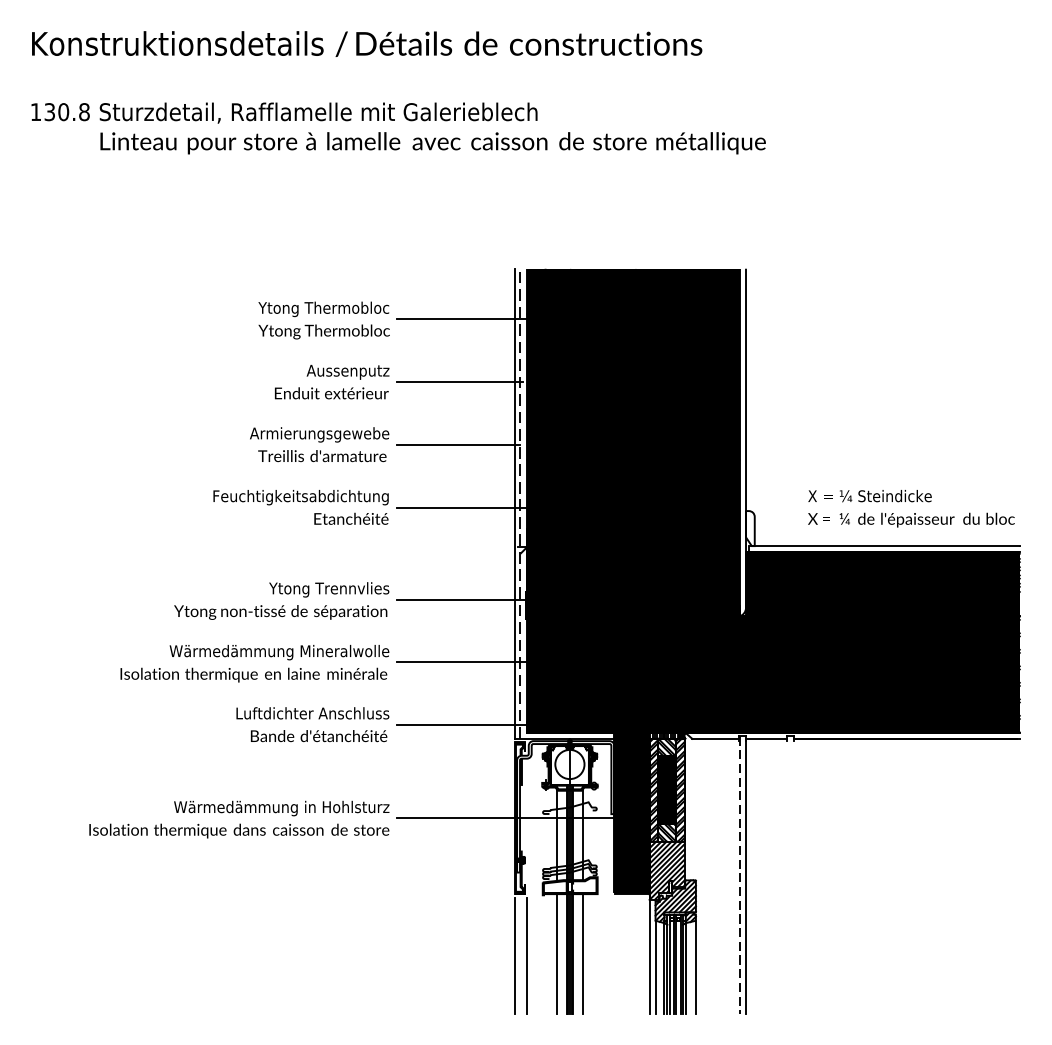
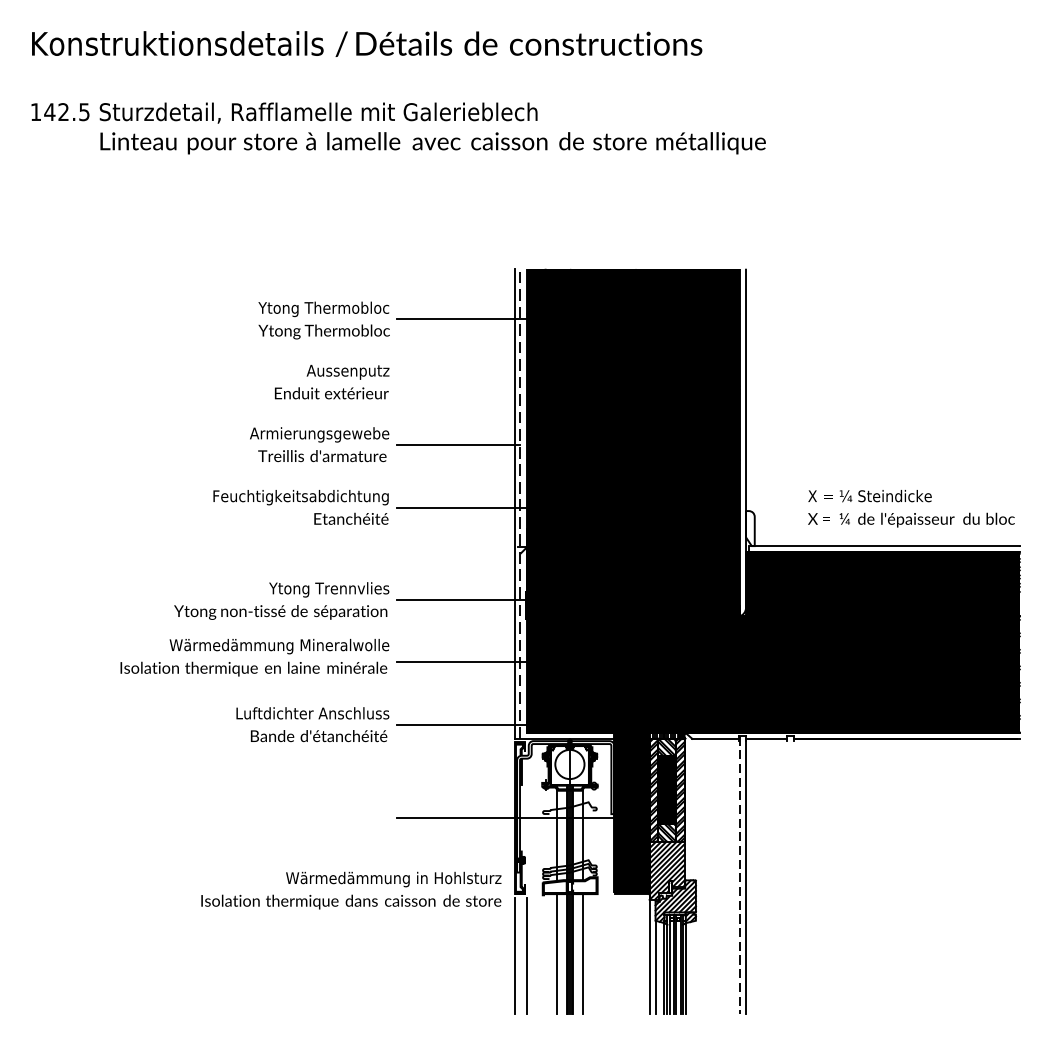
text at (66, 112): 130.8 -> 142.5
line at (460, 381): present -> none
text at (254, 663) position: (254, 663) -> (254, 657)
text at (239, 819) position: (239, 819) -> (351, 890)
line at (695, 966): present -> none
